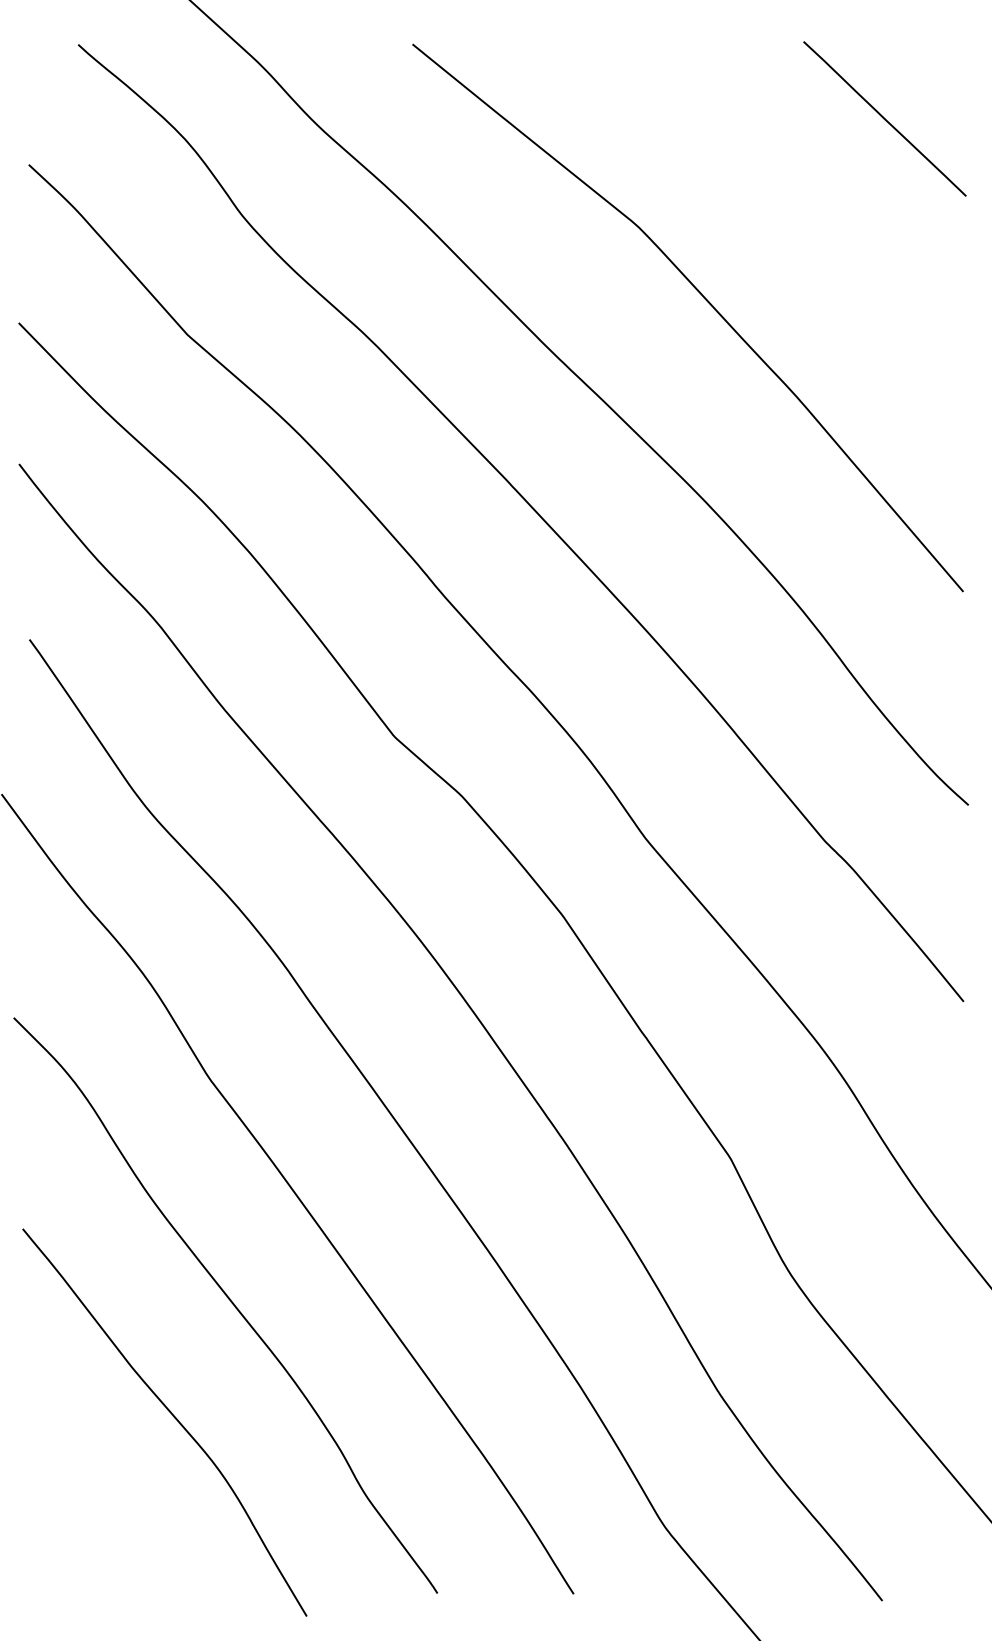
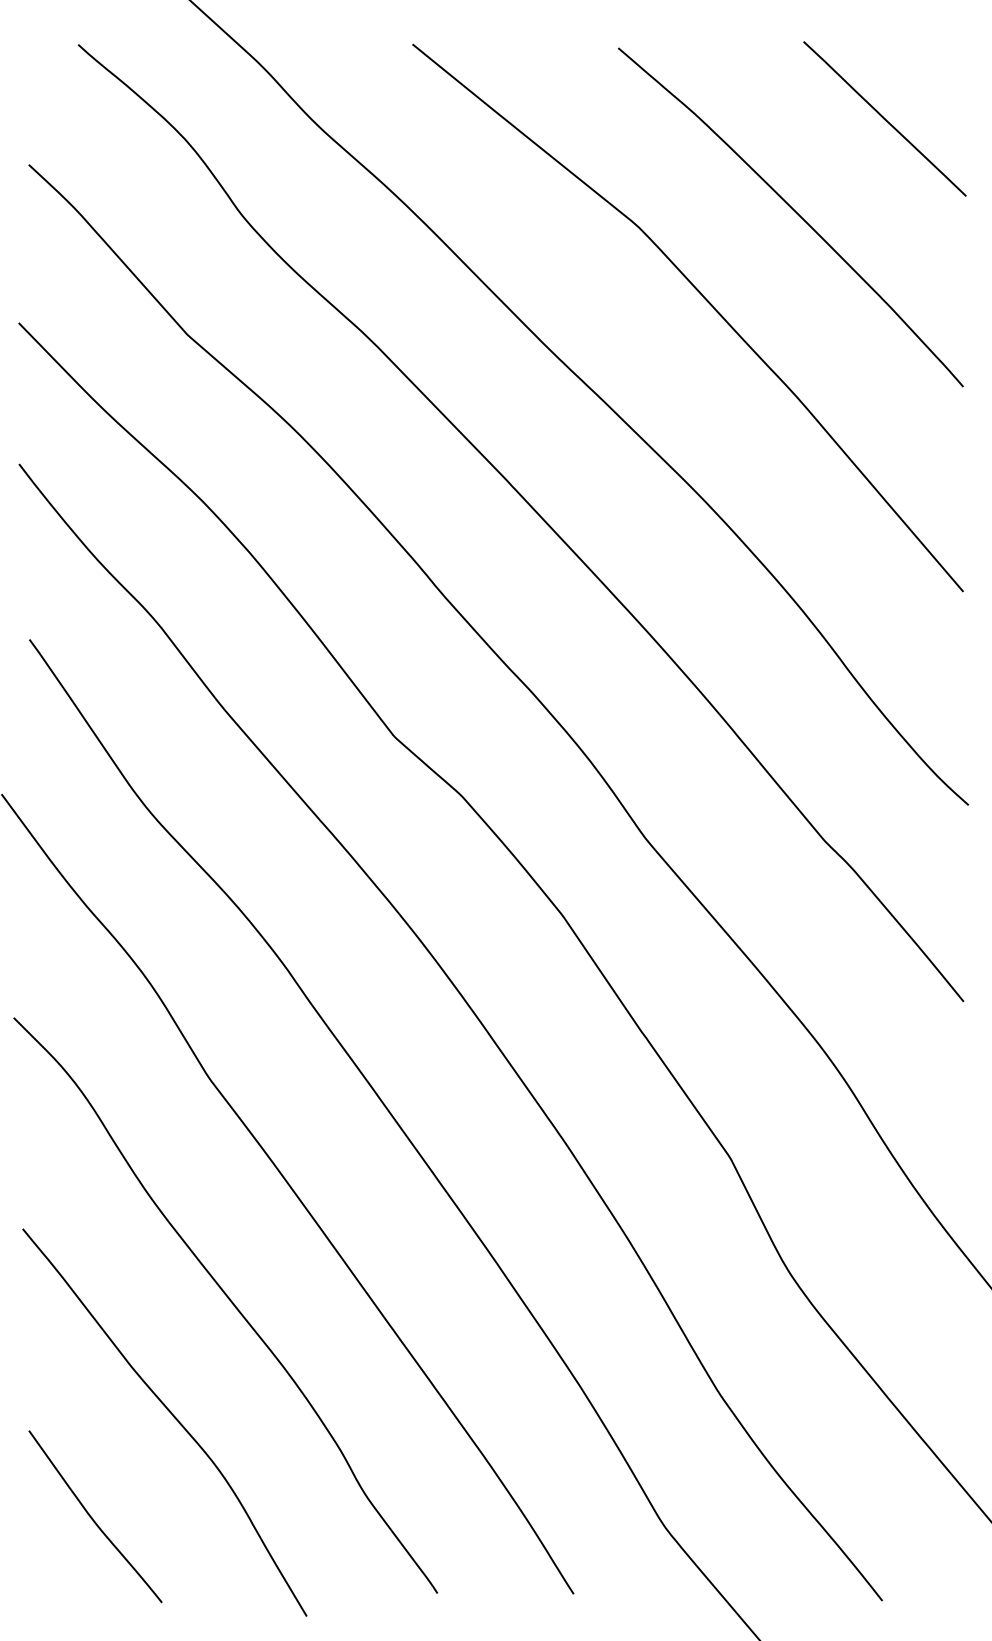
curve at (795, 212): none -> present
curve at (93, 1518): none -> present
